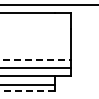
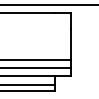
line at (36, 60): dashed -> solid
line at (27, 90): dashed -> solid
